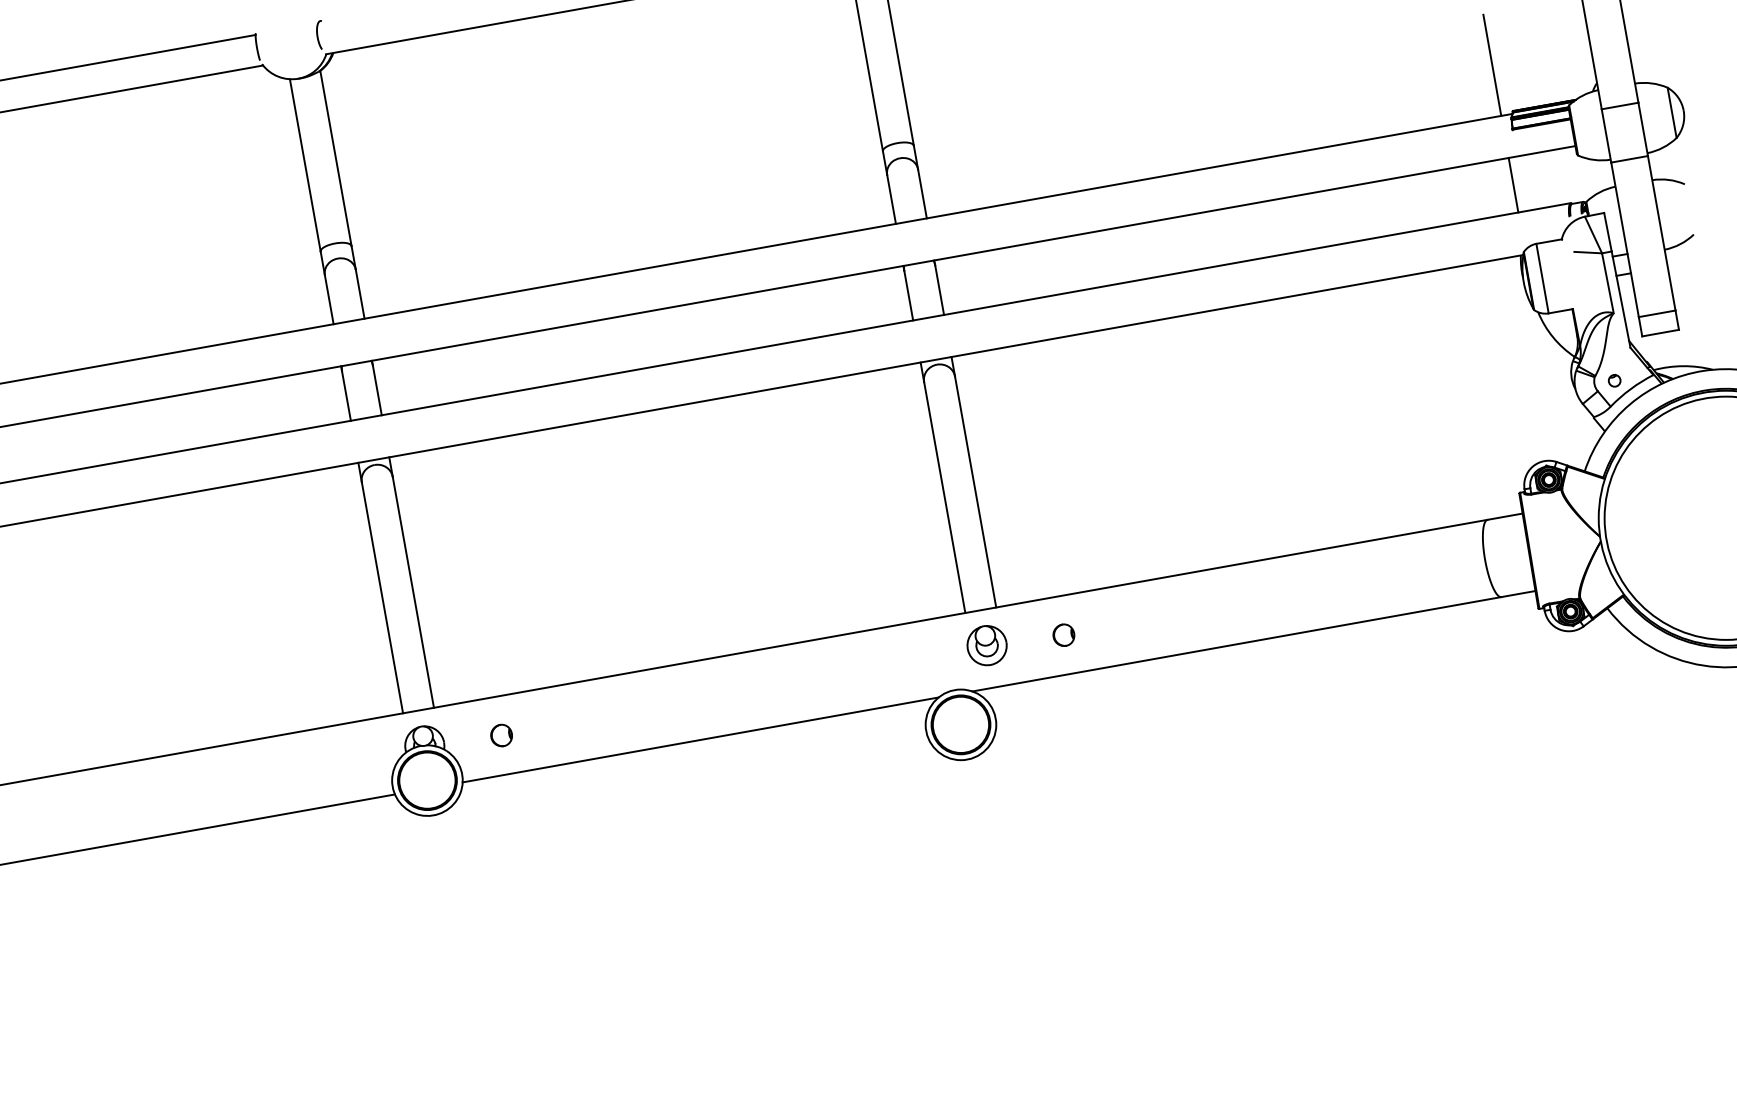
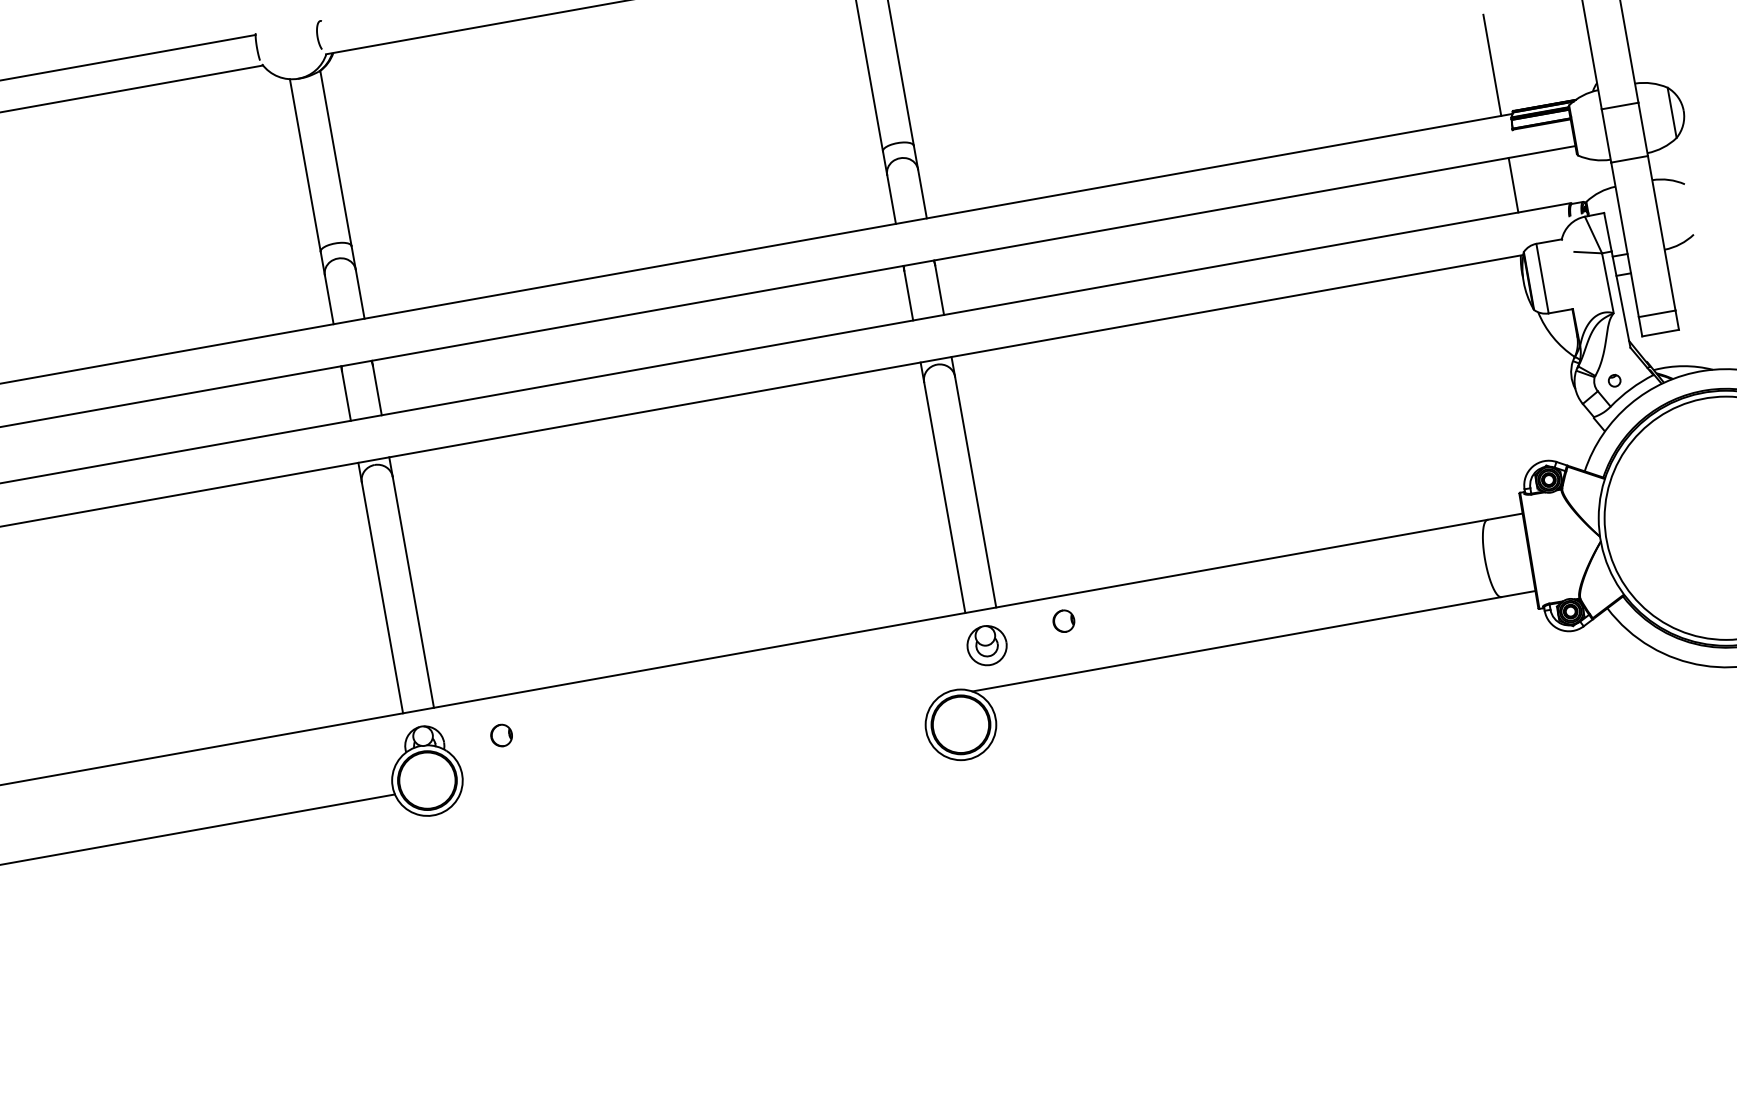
part at (1063, 634) position: (1063, 634) -> (1063, 620)
line at (700, 739): present -> none
